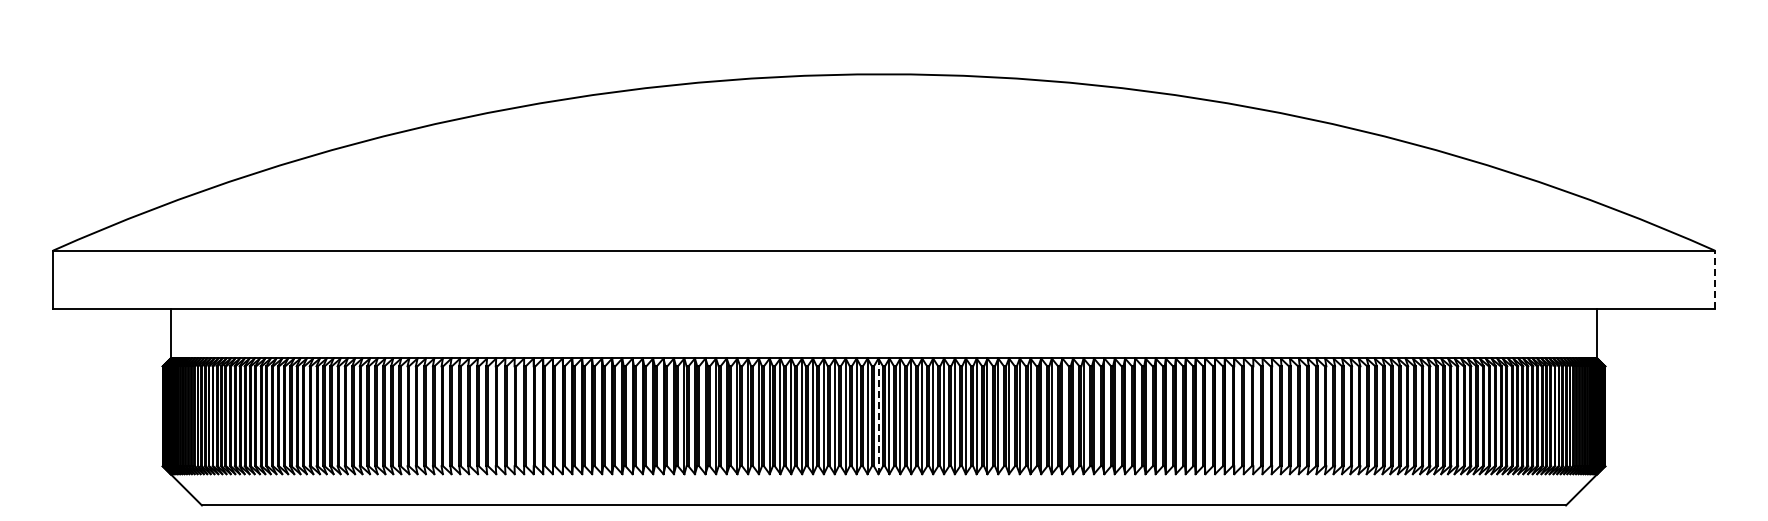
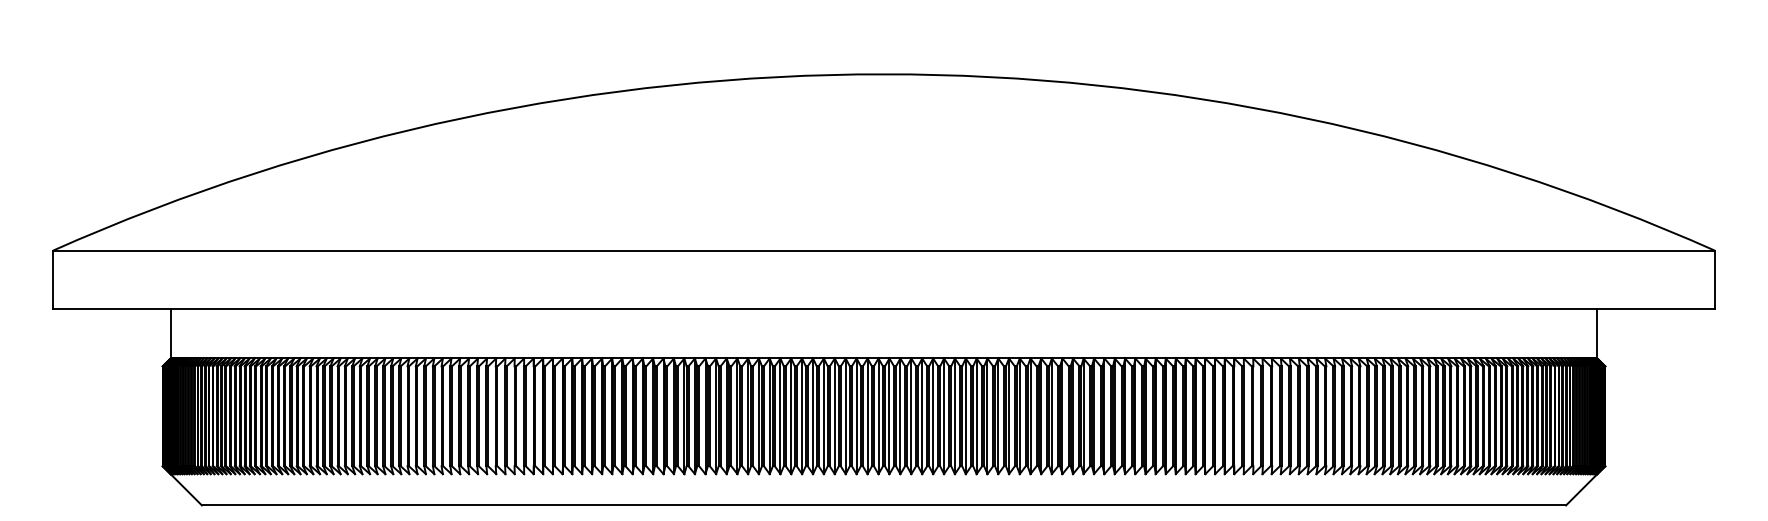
line at (1714, 279): dashed -> solid
line at (878, 416): dashed -> solid
